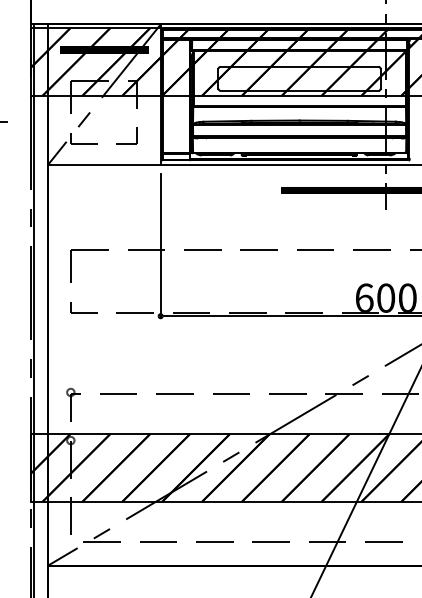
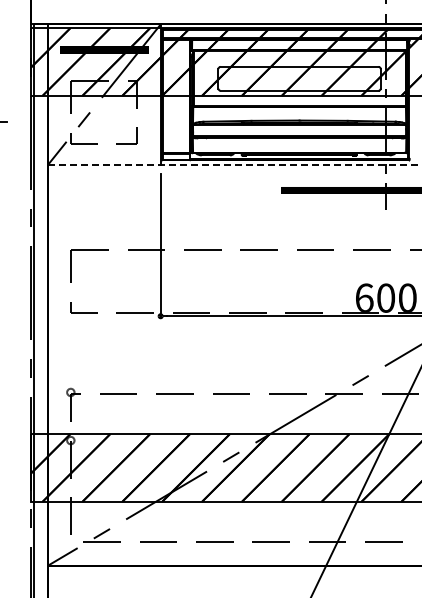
line at (234, 165): solid -> dashed
